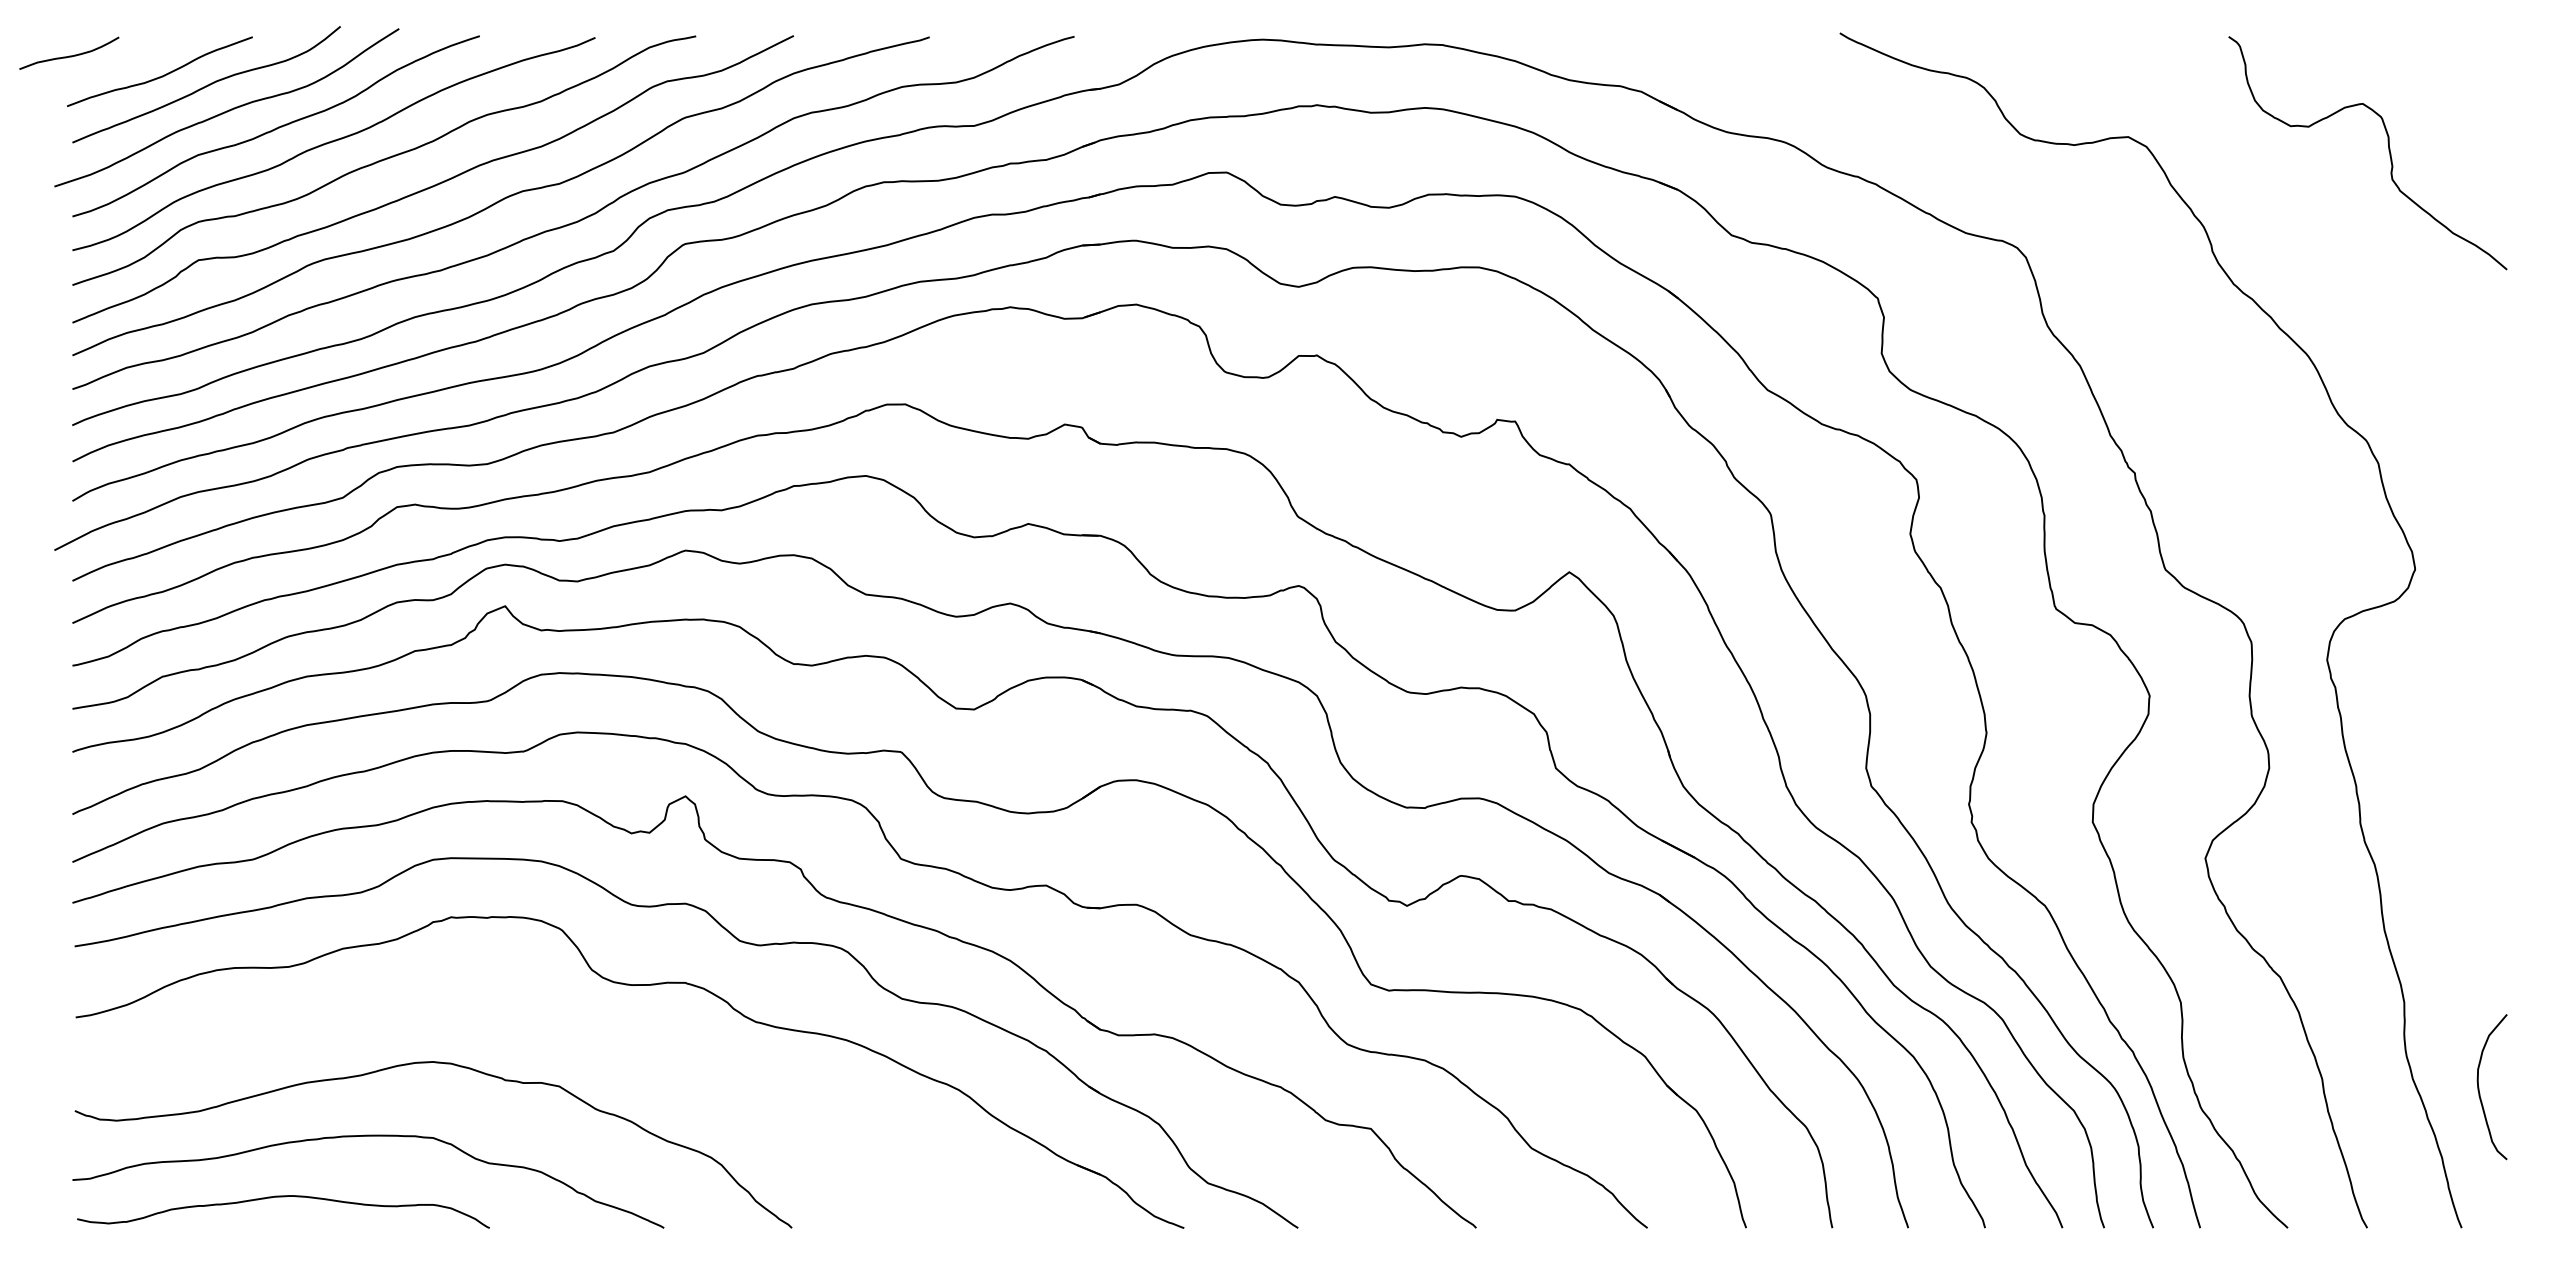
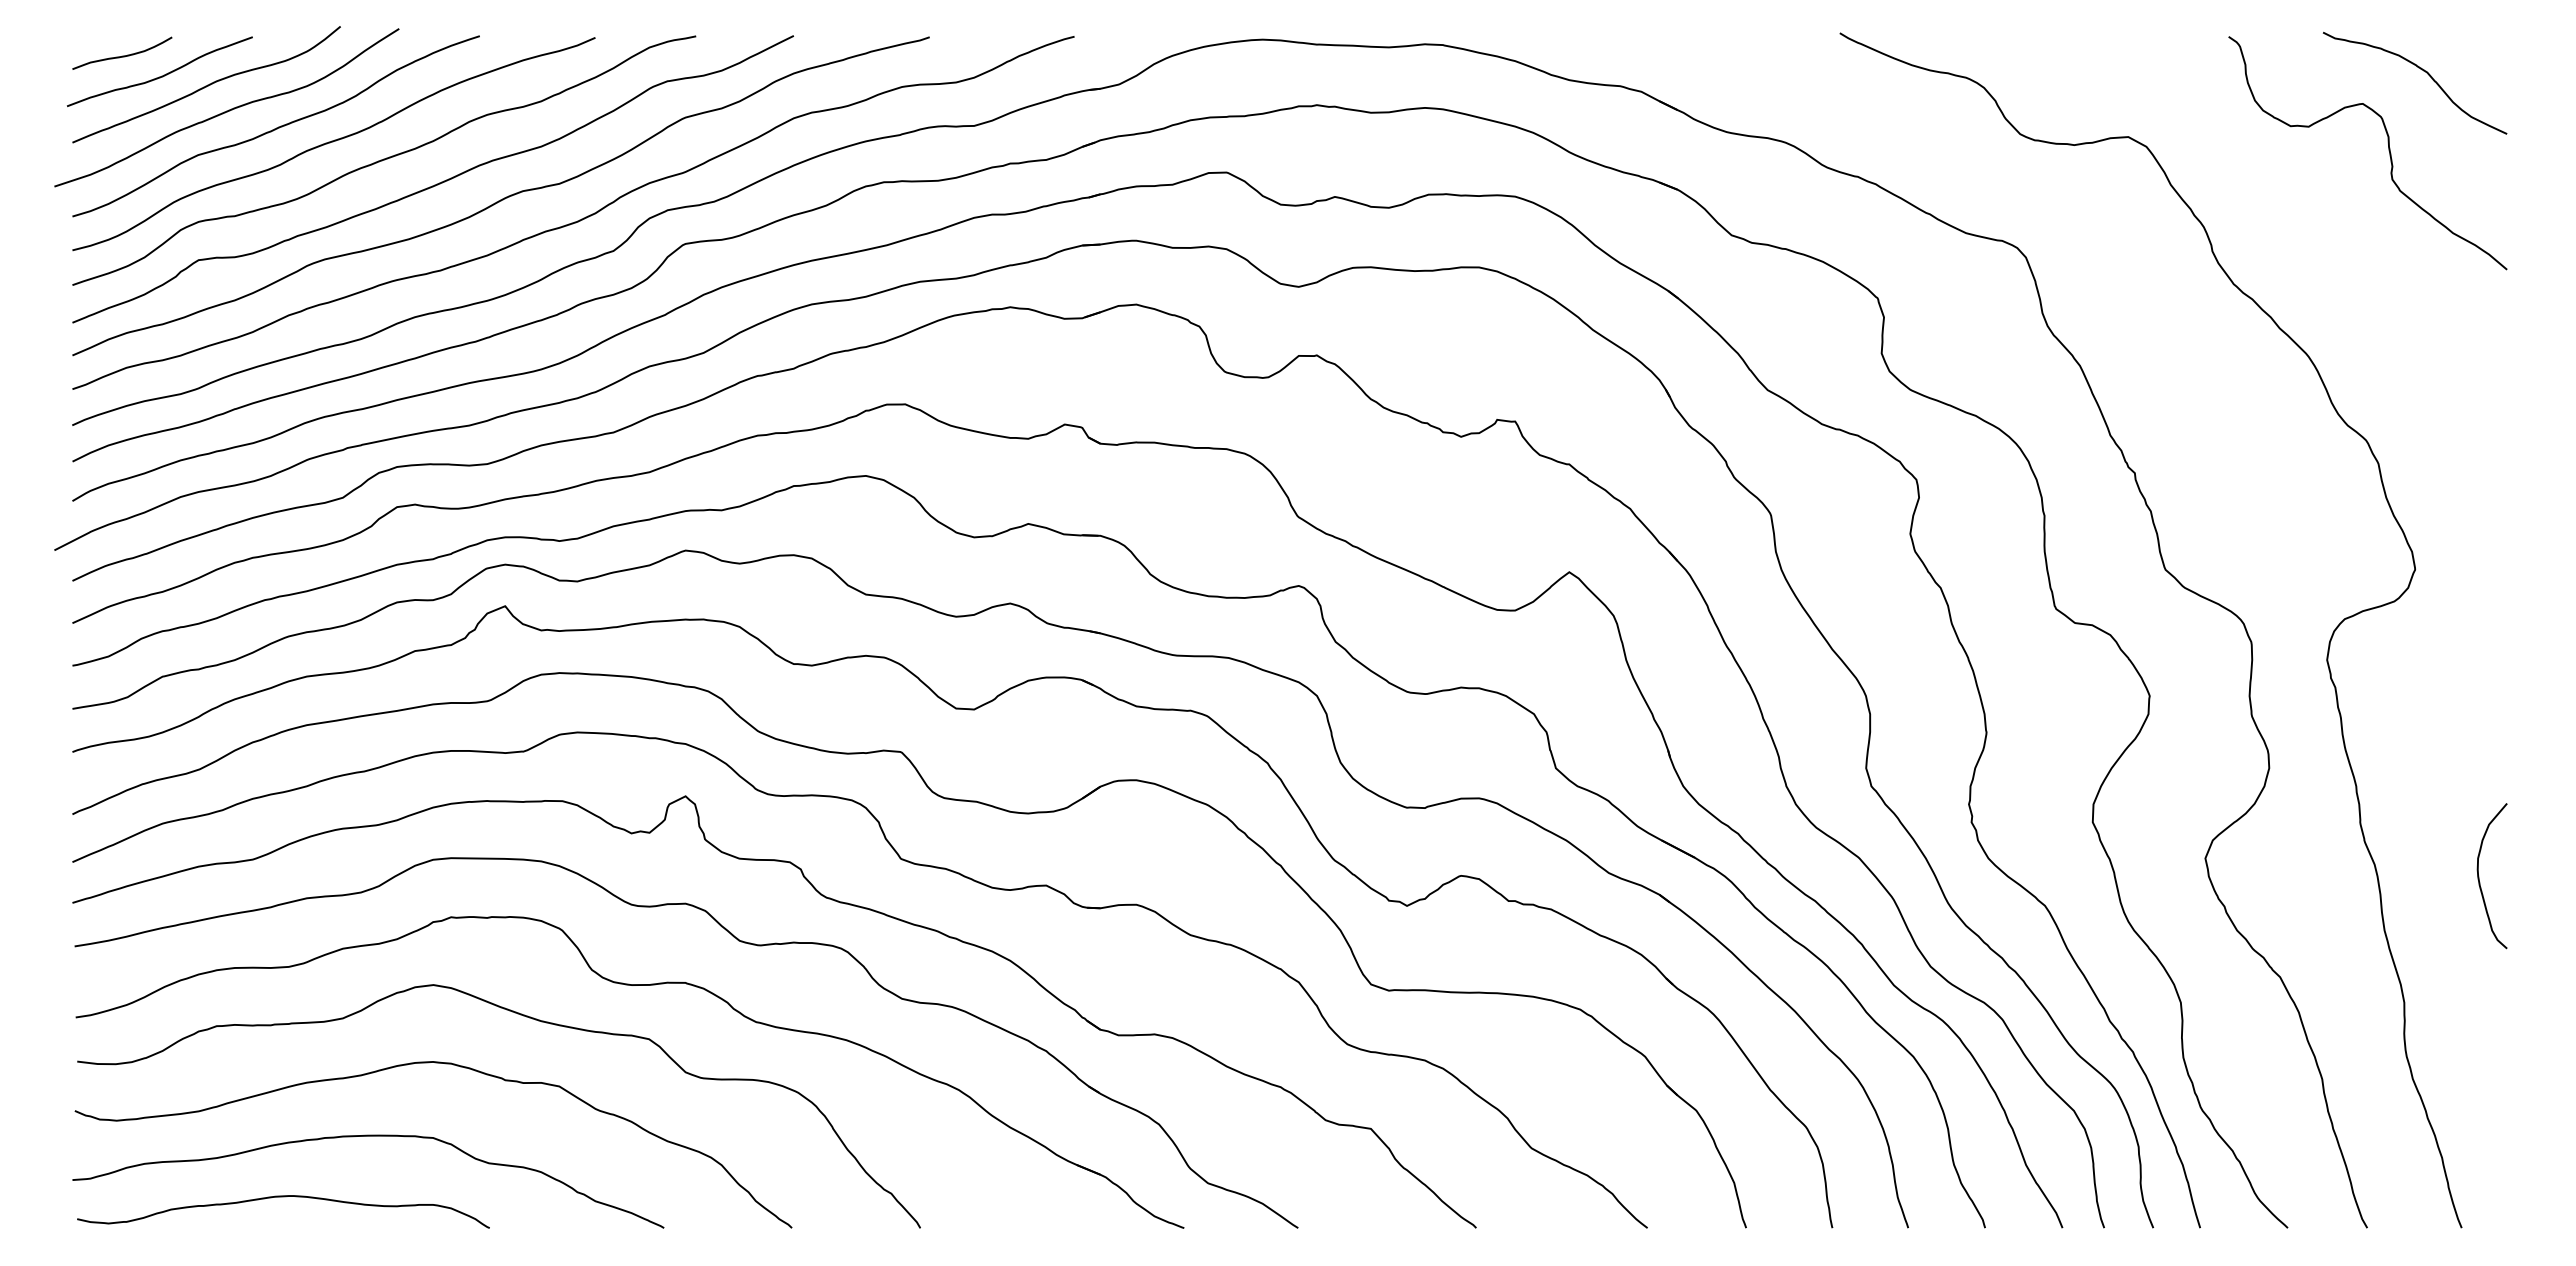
curve at (69, 55) position: (69, 55) -> (122, 55)
curve at (2423, 71): none -> present
curve at (526, 1017): none -> present
curve at (2479, 1087) position: (2479, 1087) -> (2479, 876)
